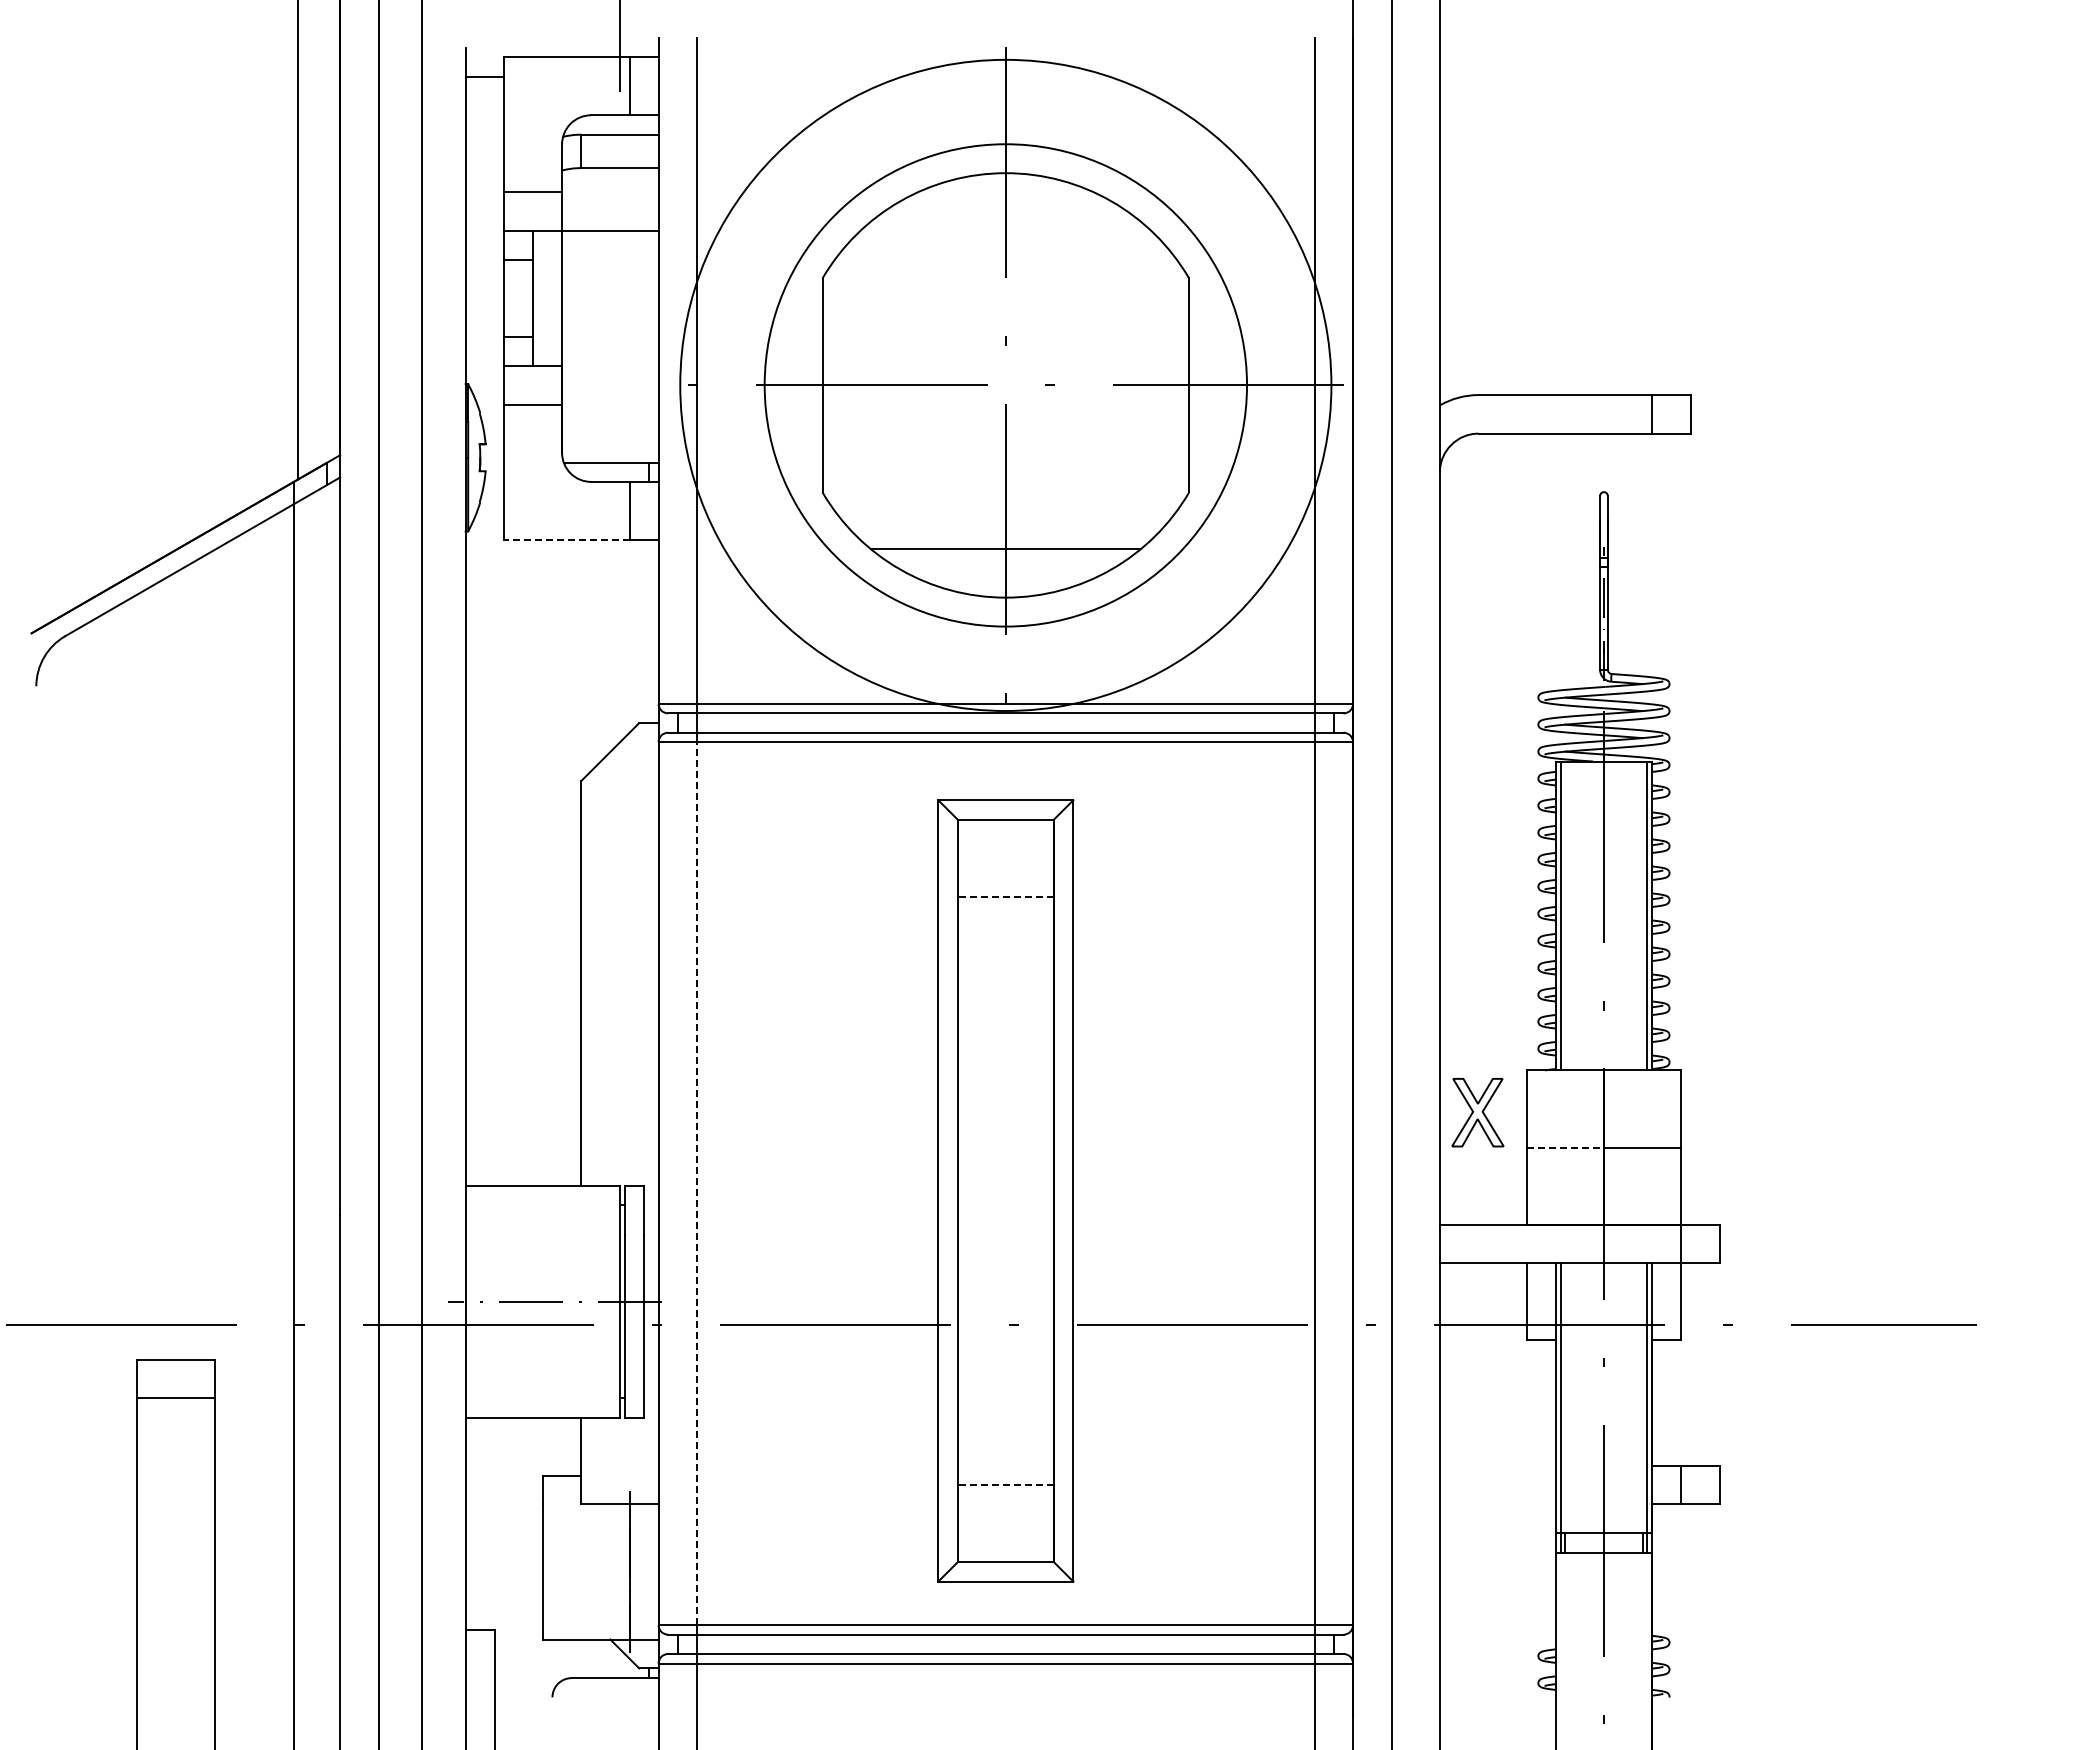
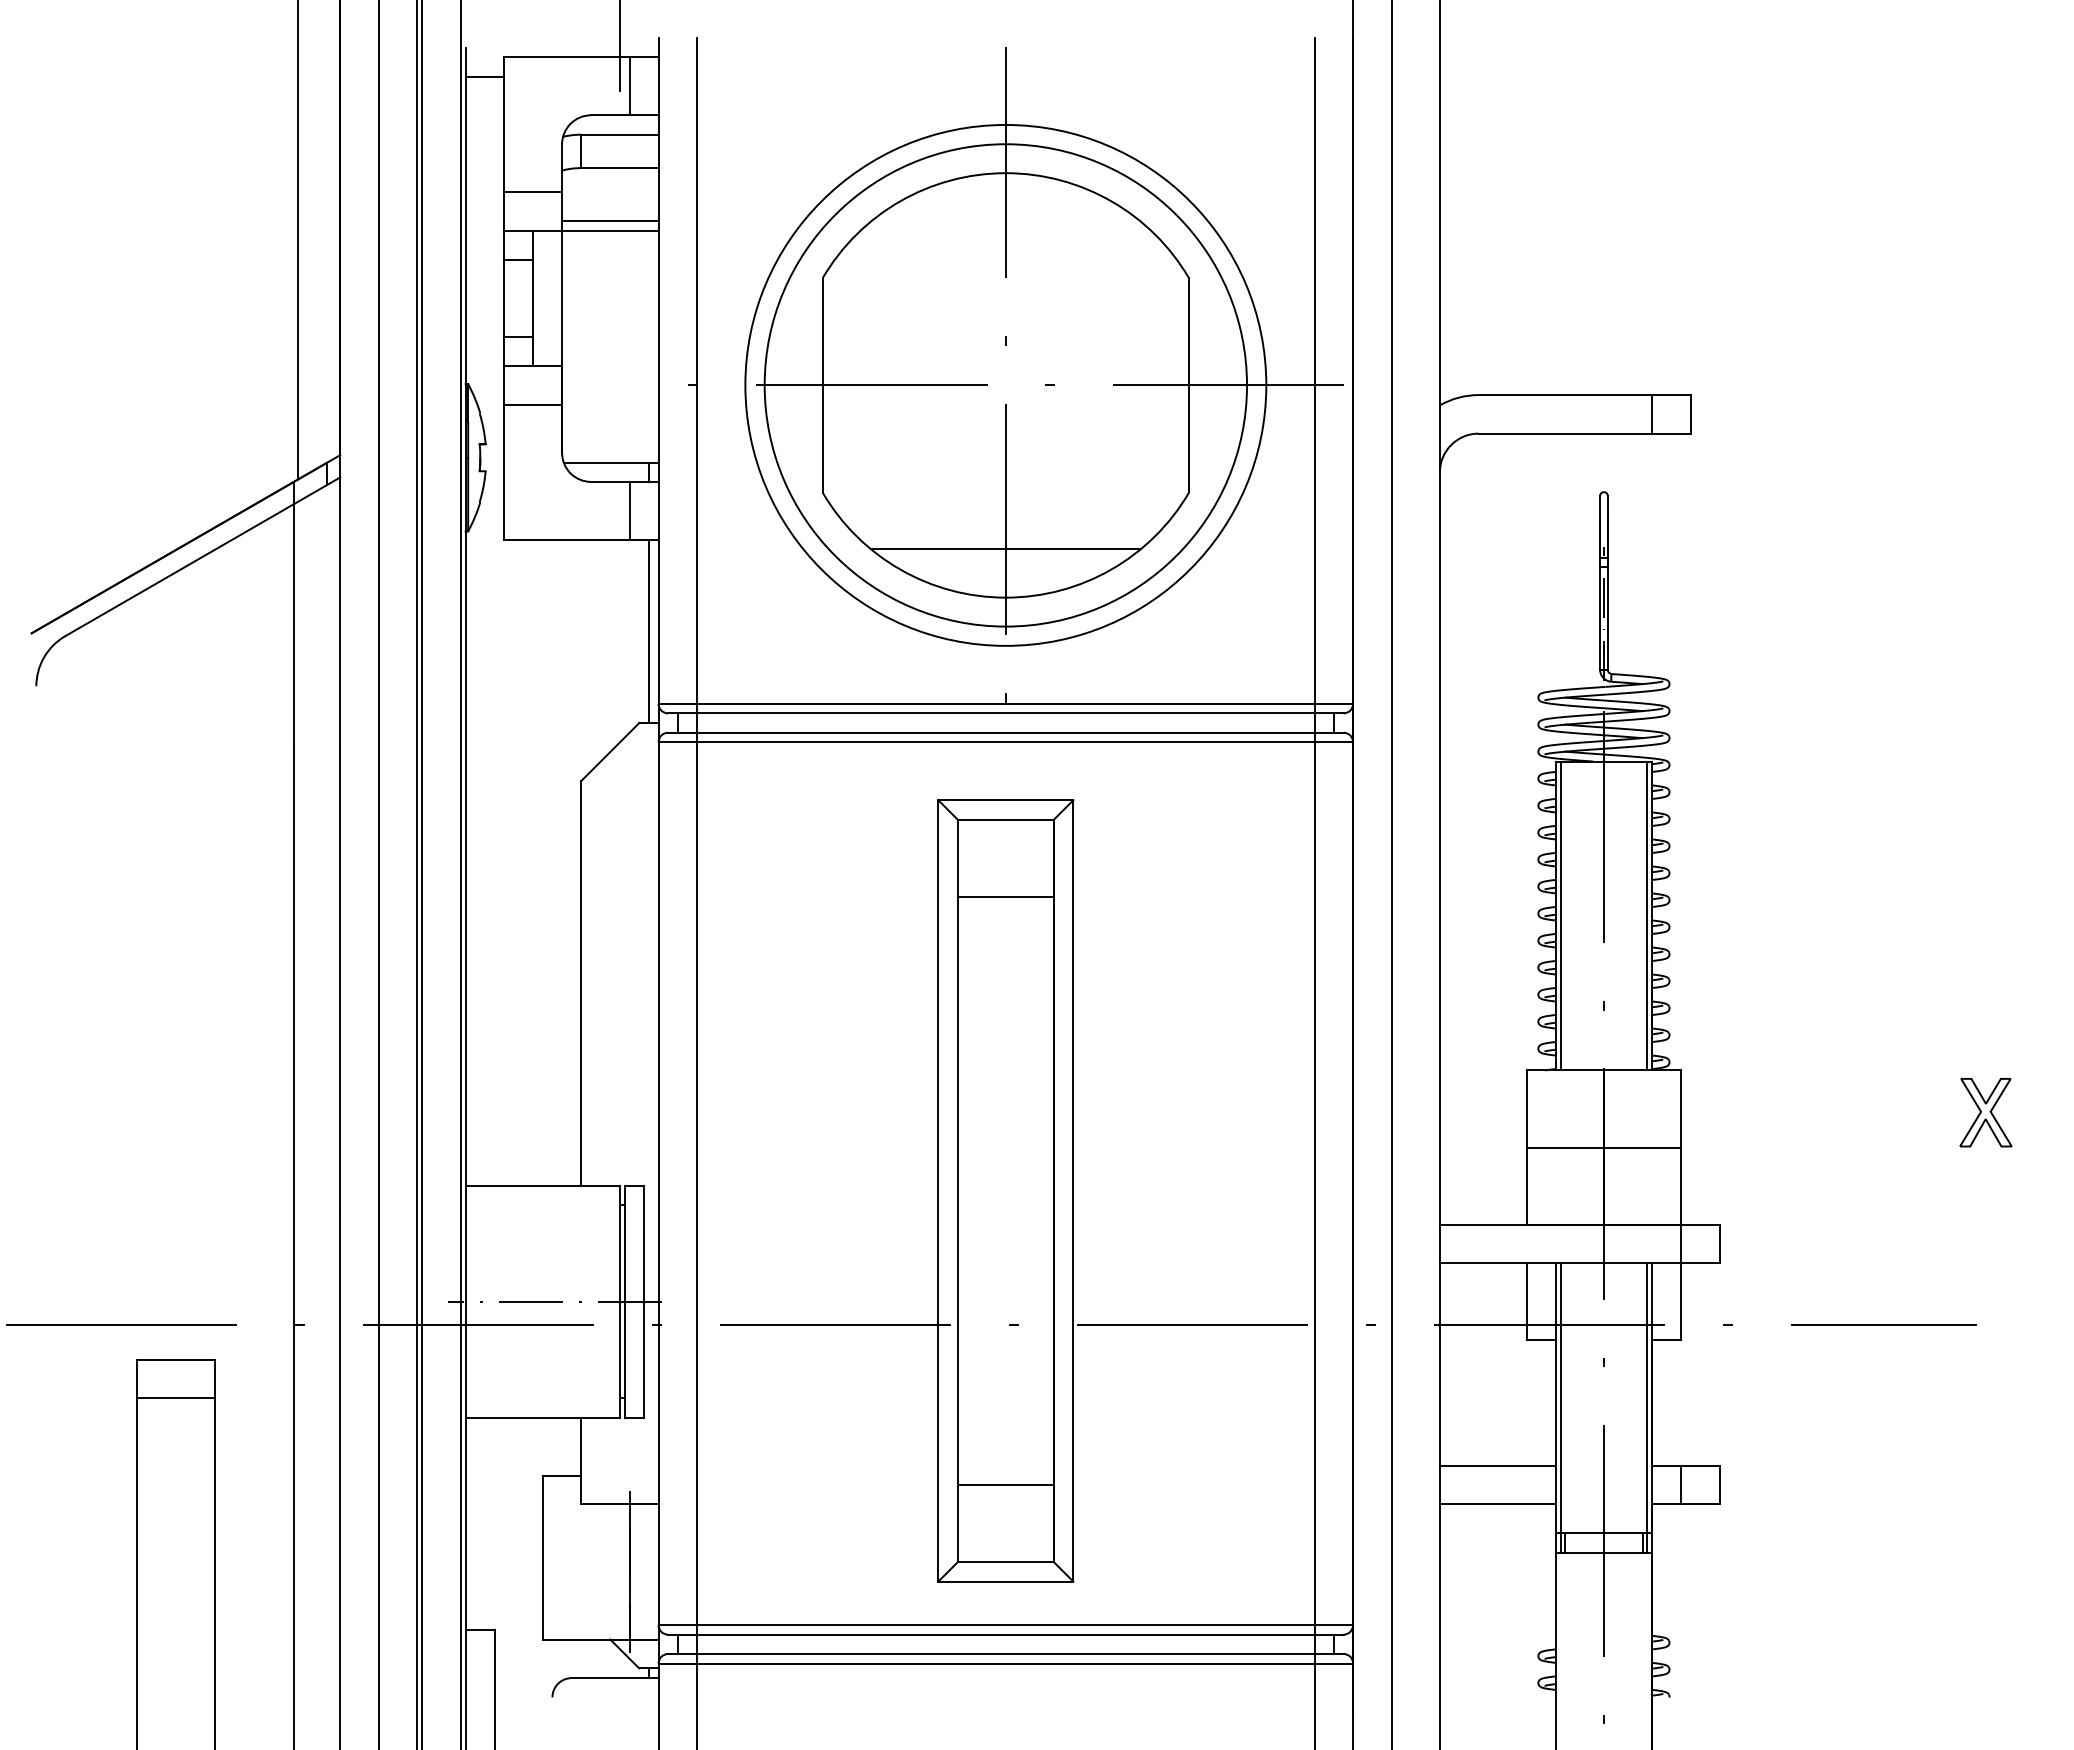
line at (610, 220): none -> present
circle at (1005, 385) diameter: 651 px -> 521 px
line at (566, 539): dashed -> solid
line at (648, 631): none -> present
line at (417, 874): none -> present
line at (460, 874): none -> present
line at (1005, 896): dashed -> solid
part at (1477, 1112) position: (1477, 1112) -> (1985, 1112)
line at (1565, 1147): dashed -> solid
line at (697, 1183): dashed -> solid
line at (1497, 1465): none -> present
line at (1005, 1485): dashed -> solid
line at (1497, 1504): none -> present
